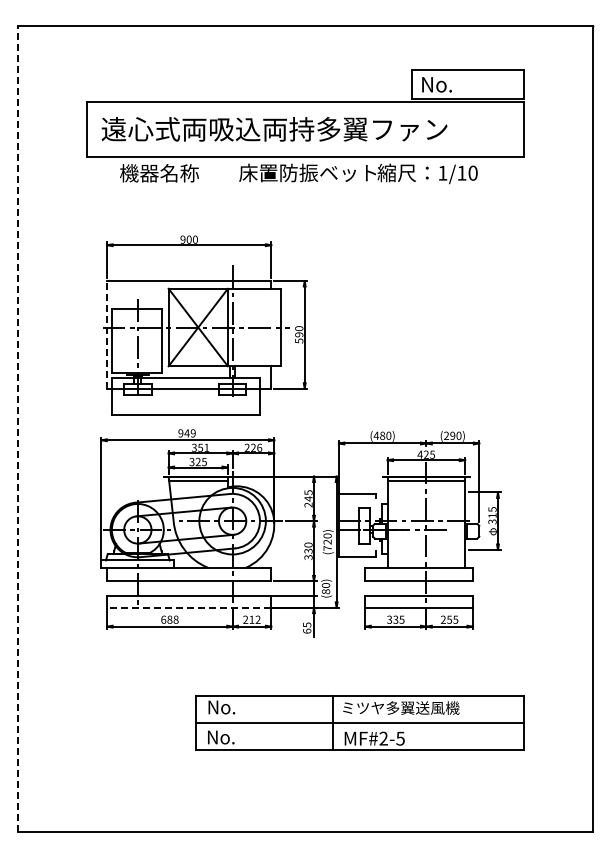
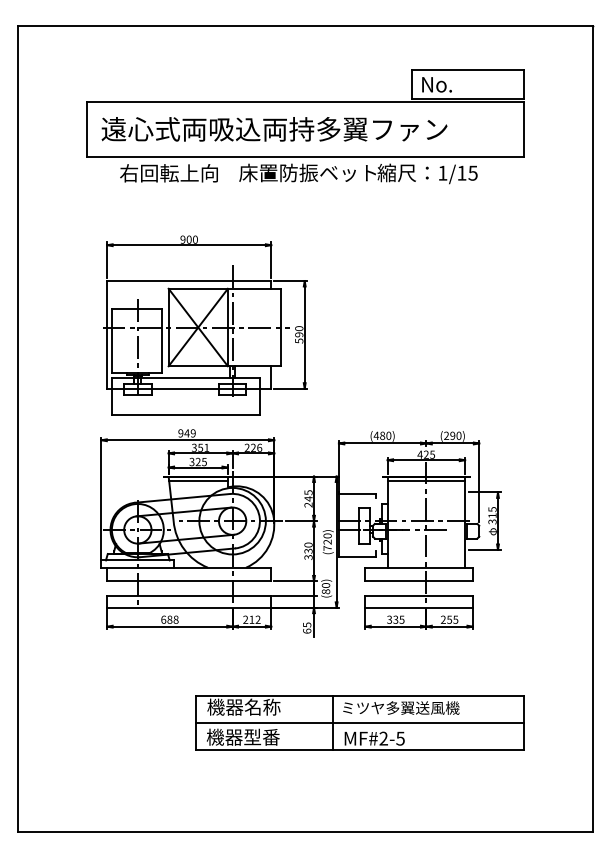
text at (472, 172): 1/10 -> 1/15
text at (168, 173): 機器名称 -> 右回転上向
line at (107, 334): dashed -> solid
line at (18, 428): dashed -> solid
line at (188, 607): dashed -> solid
text at (243, 706): No. -> 機器名称
text at (242, 736): No. -> 機器型番
